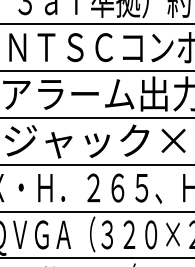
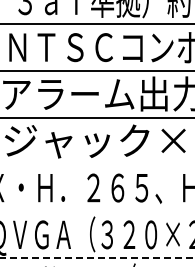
line at (96, 164): present -> none
line at (96, 211): present -> none
line at (97, 258): solid -> dashed
